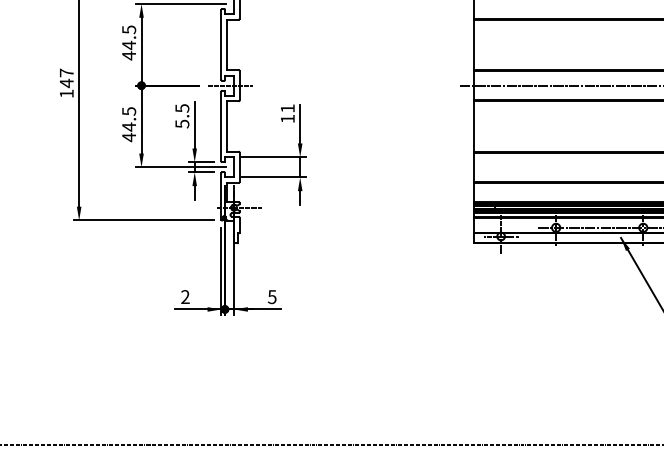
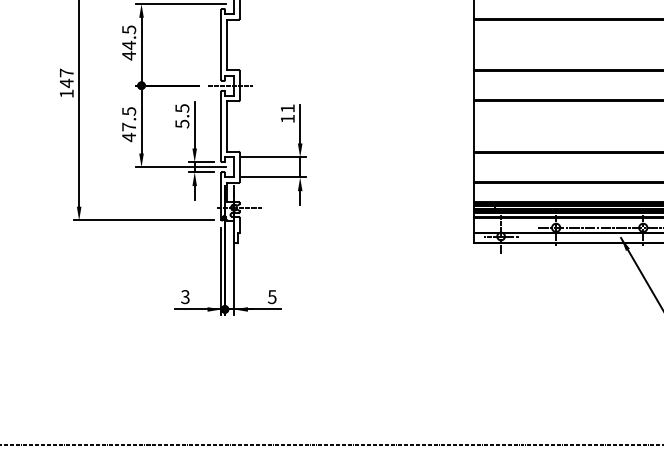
line at (559, 85): present -> none
text at (128, 126): 44.5 -> 47.5
text at (185, 297): 2 -> 3
